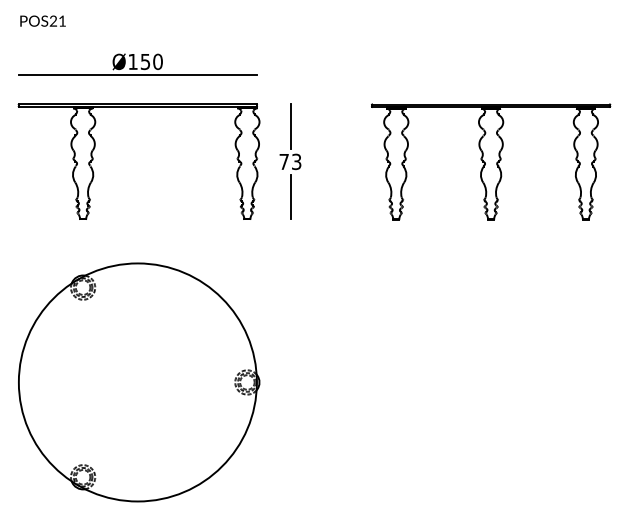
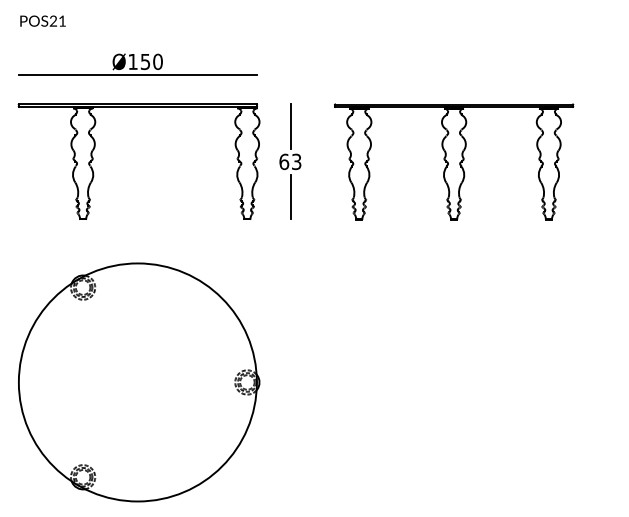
text at (284, 161): 73 -> 63
part at (491, 161) position: (491, 161) -> (454, 161)
